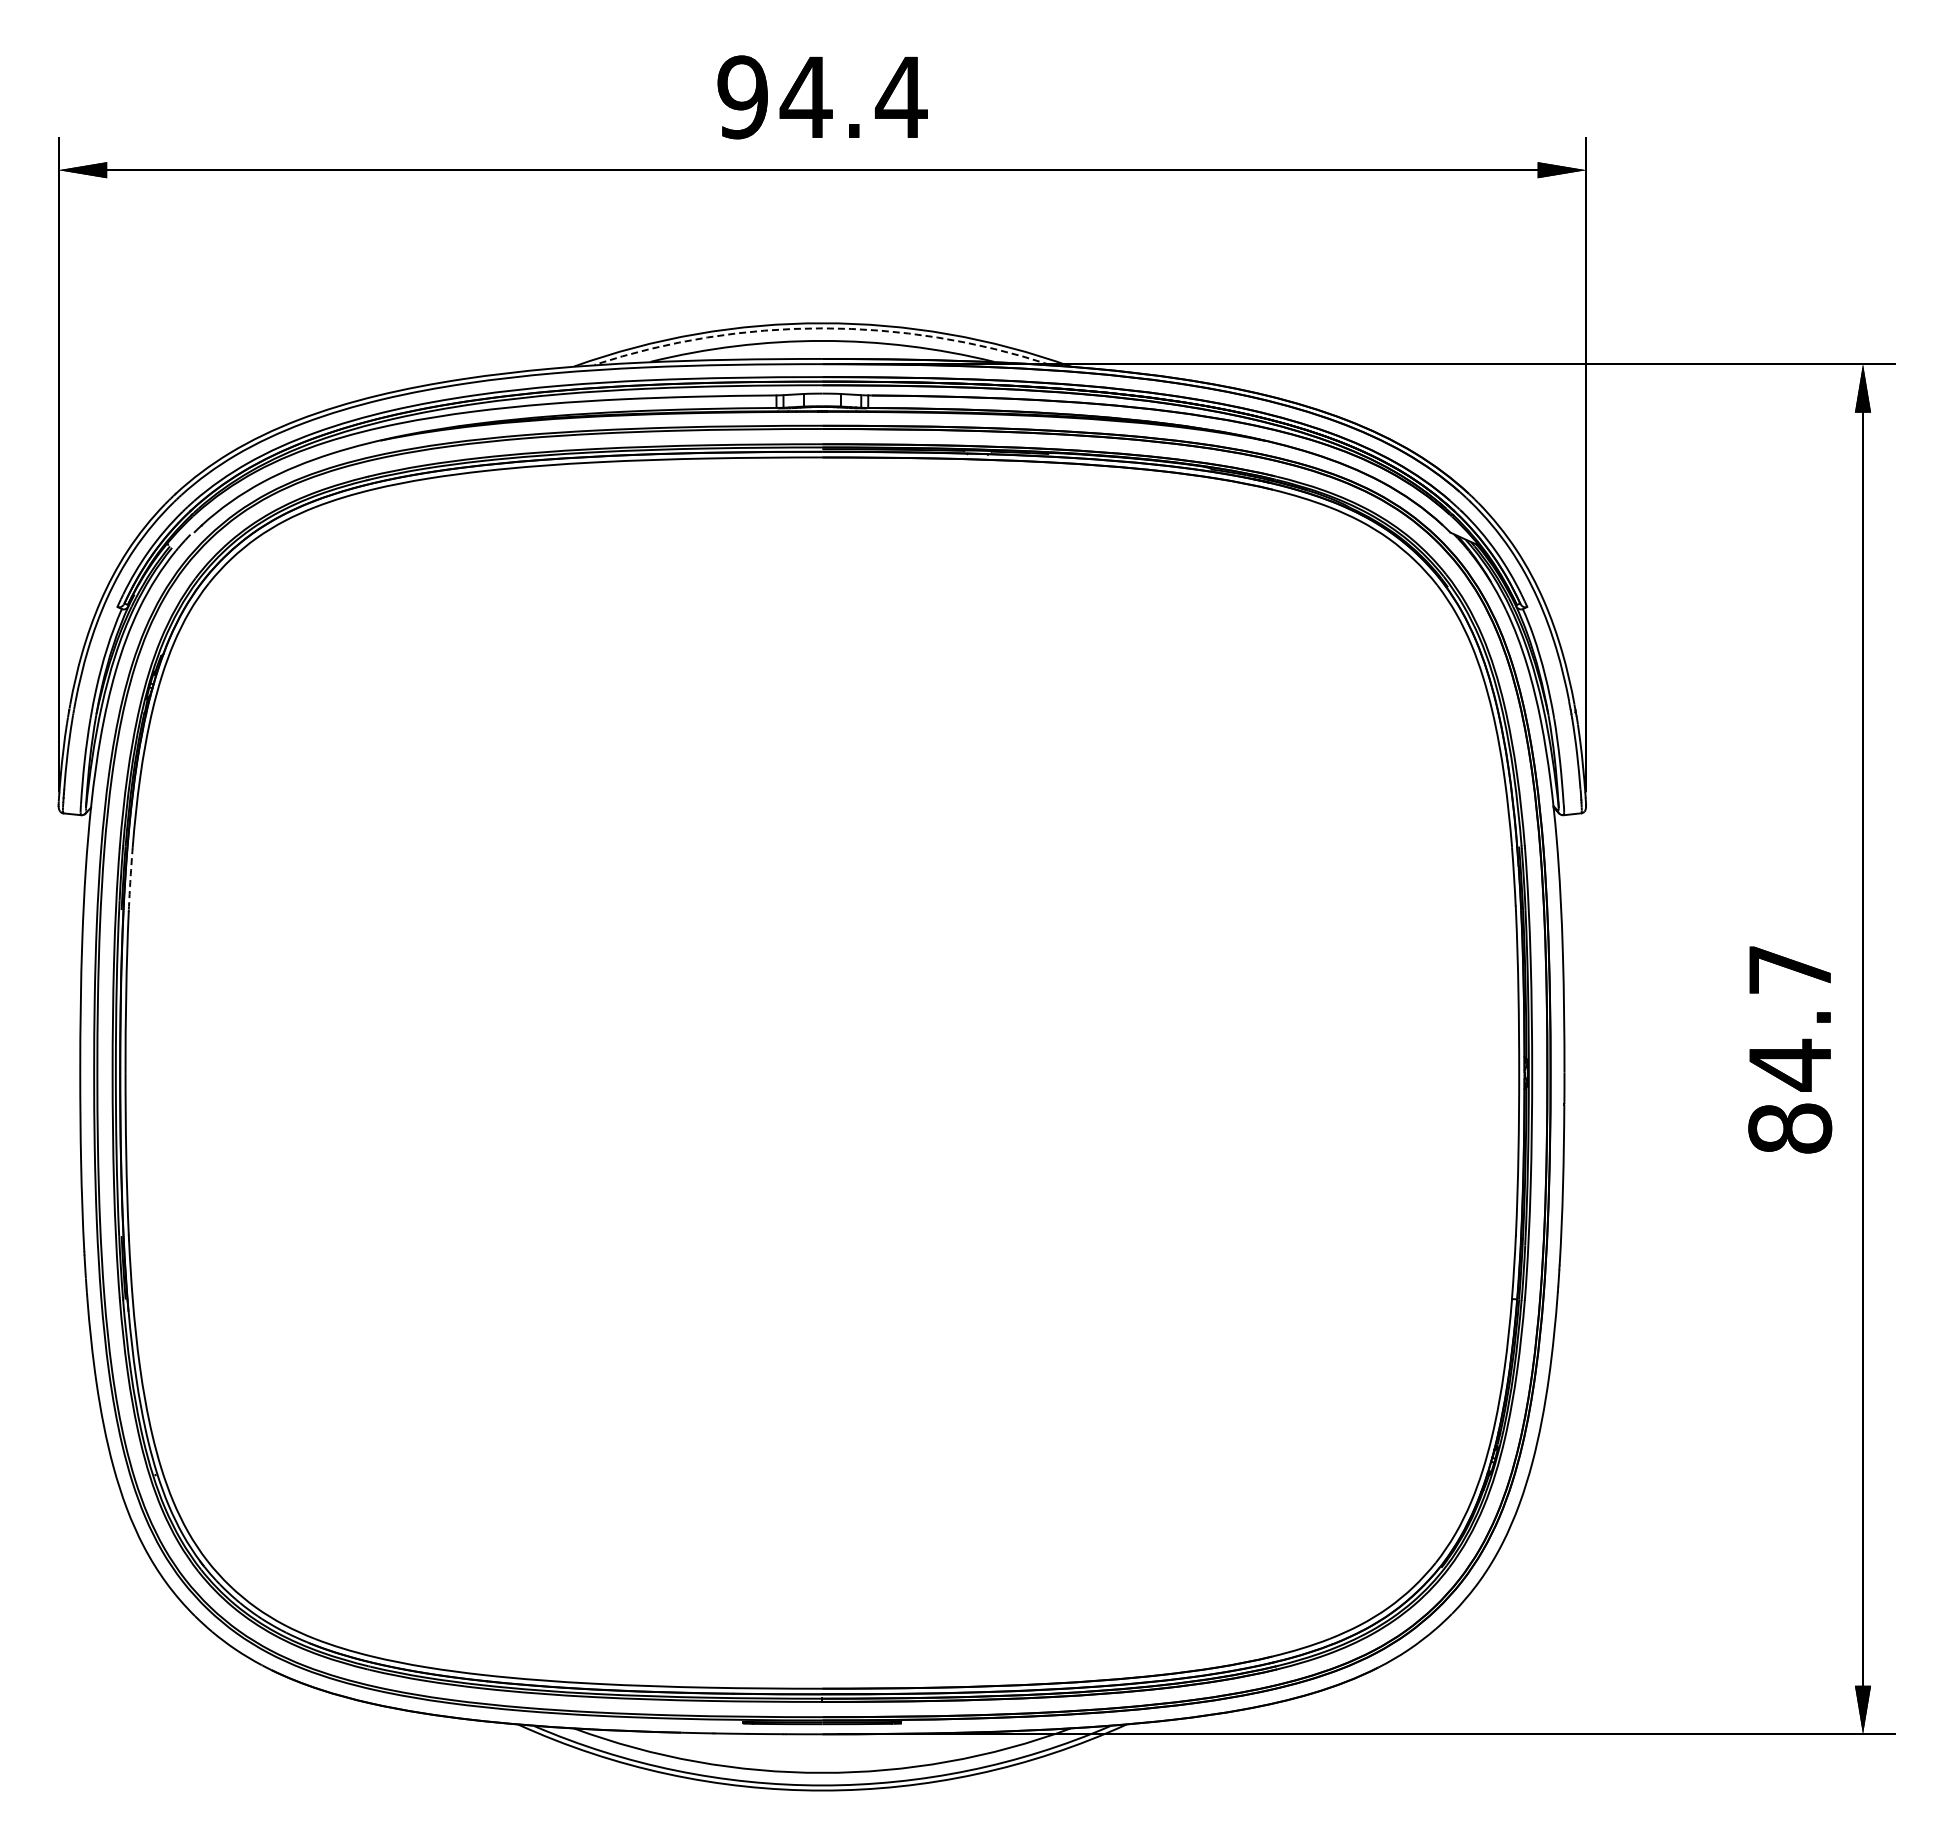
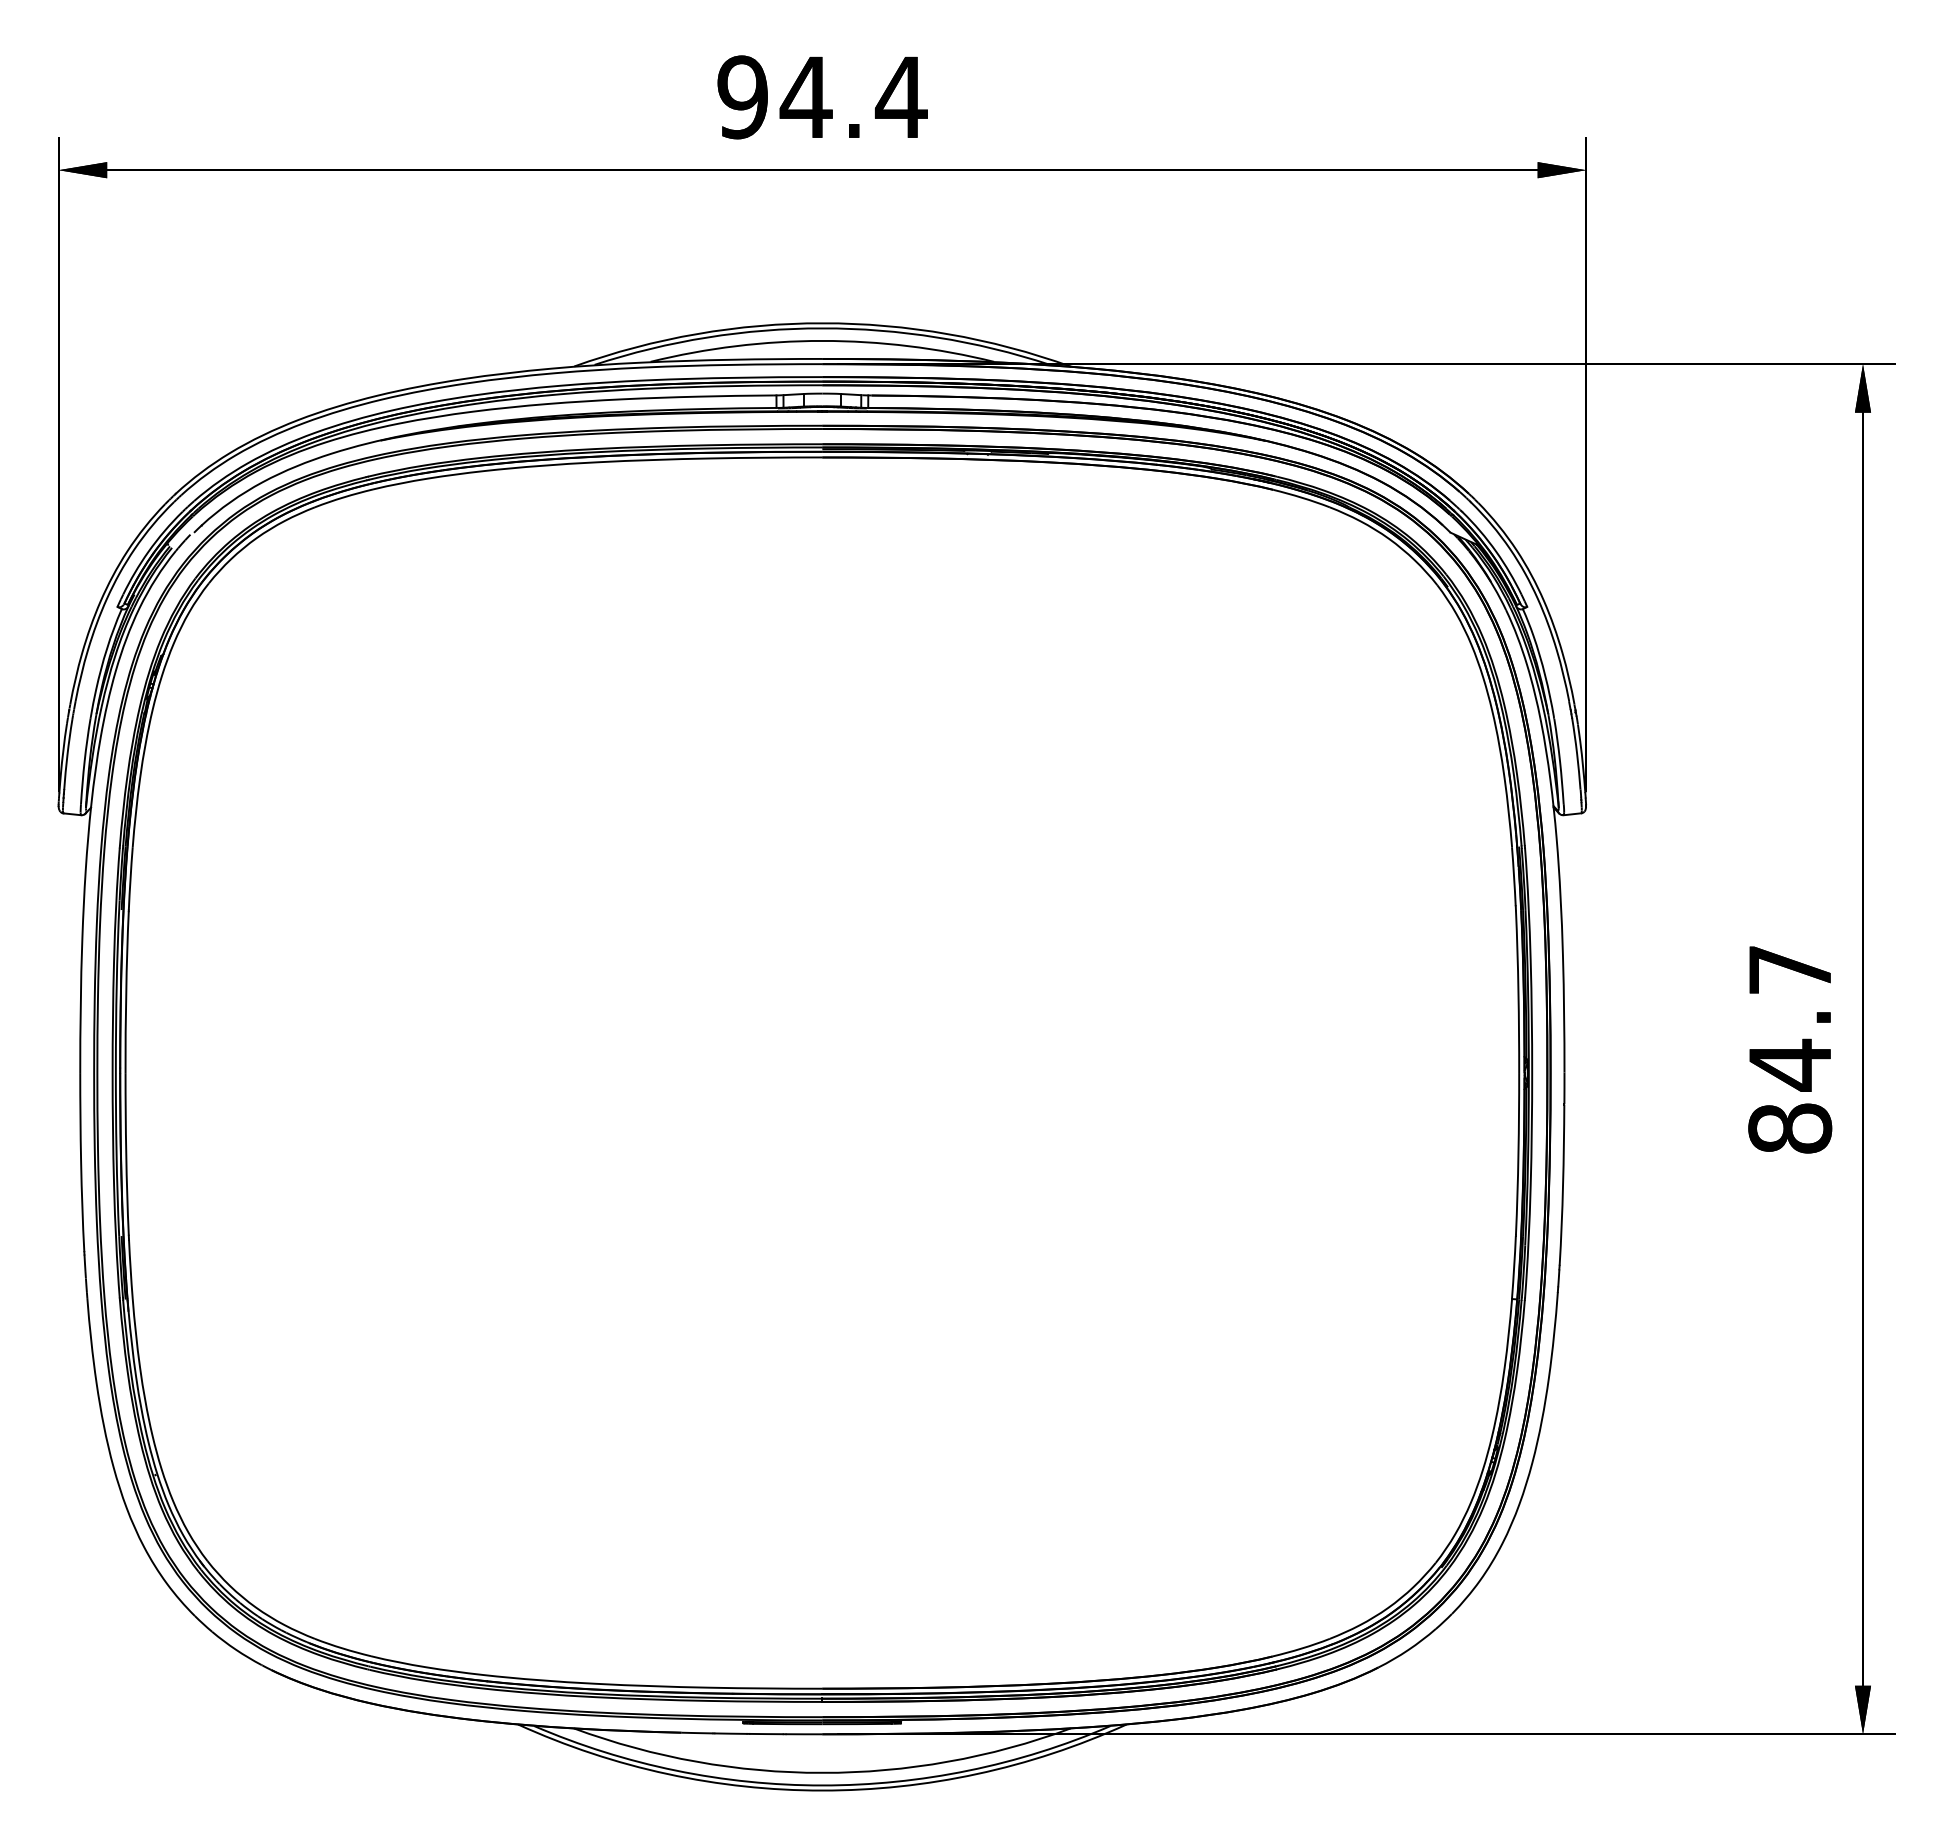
arc at (822, 328): dashed -> solid
arc at (130, 878): dashed -> solid
